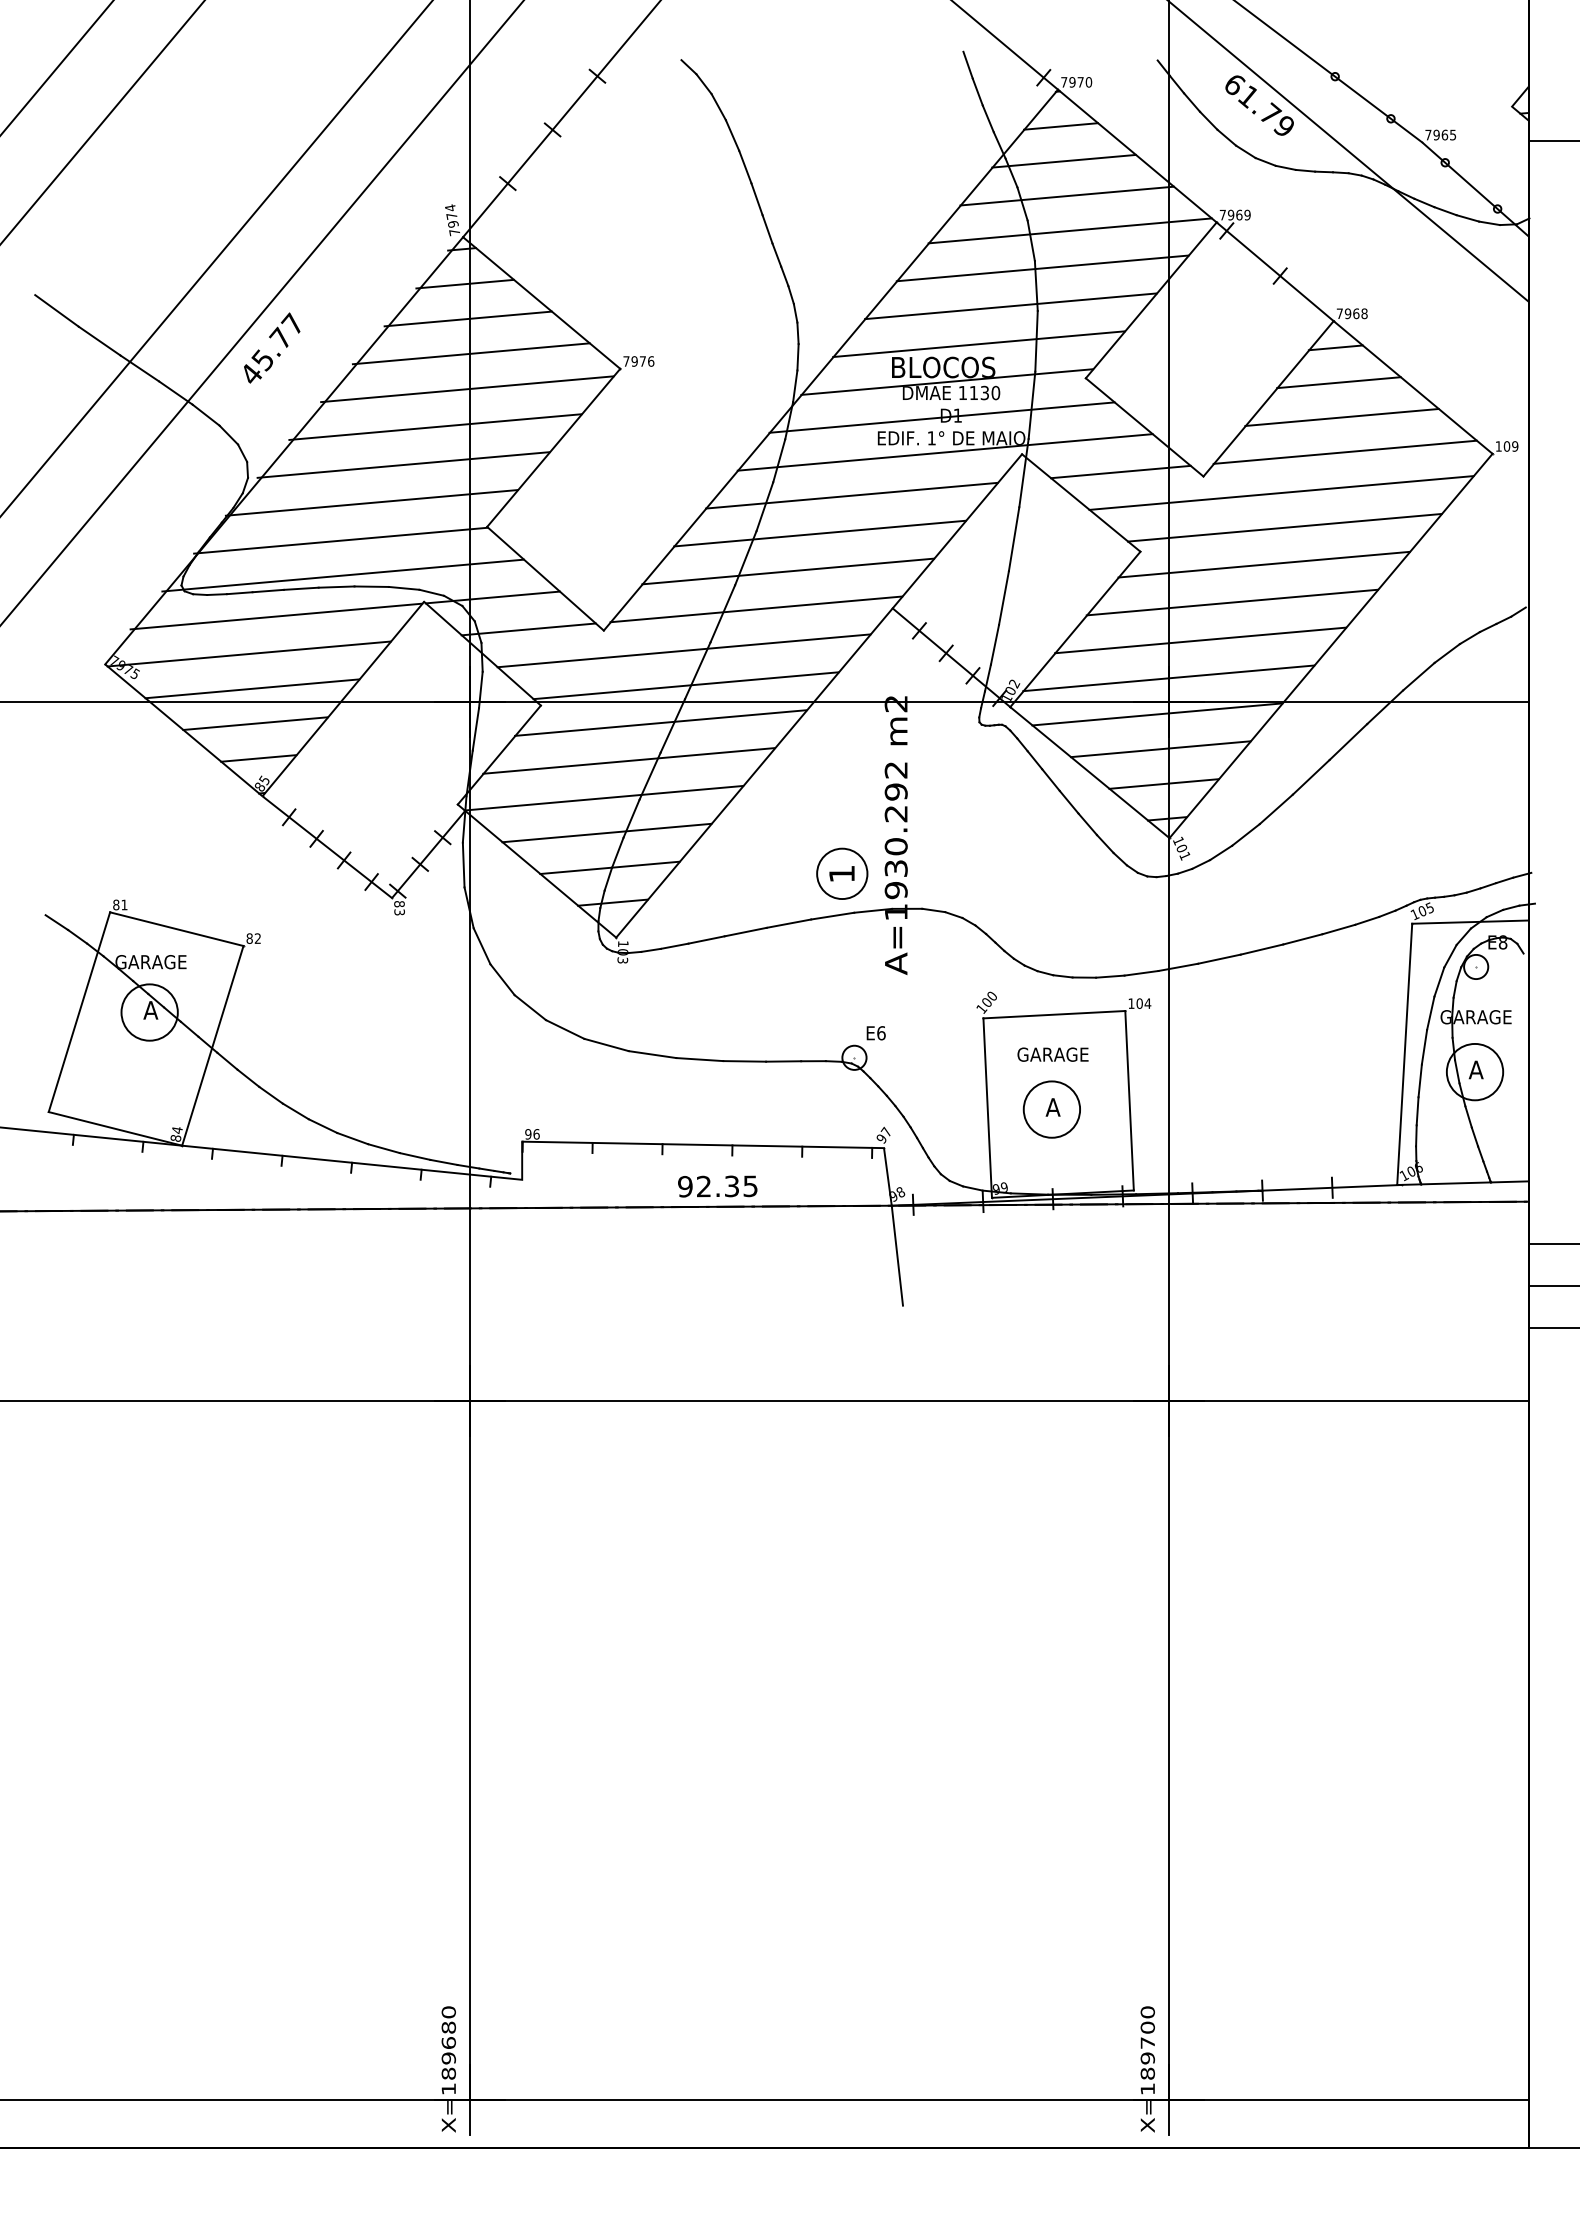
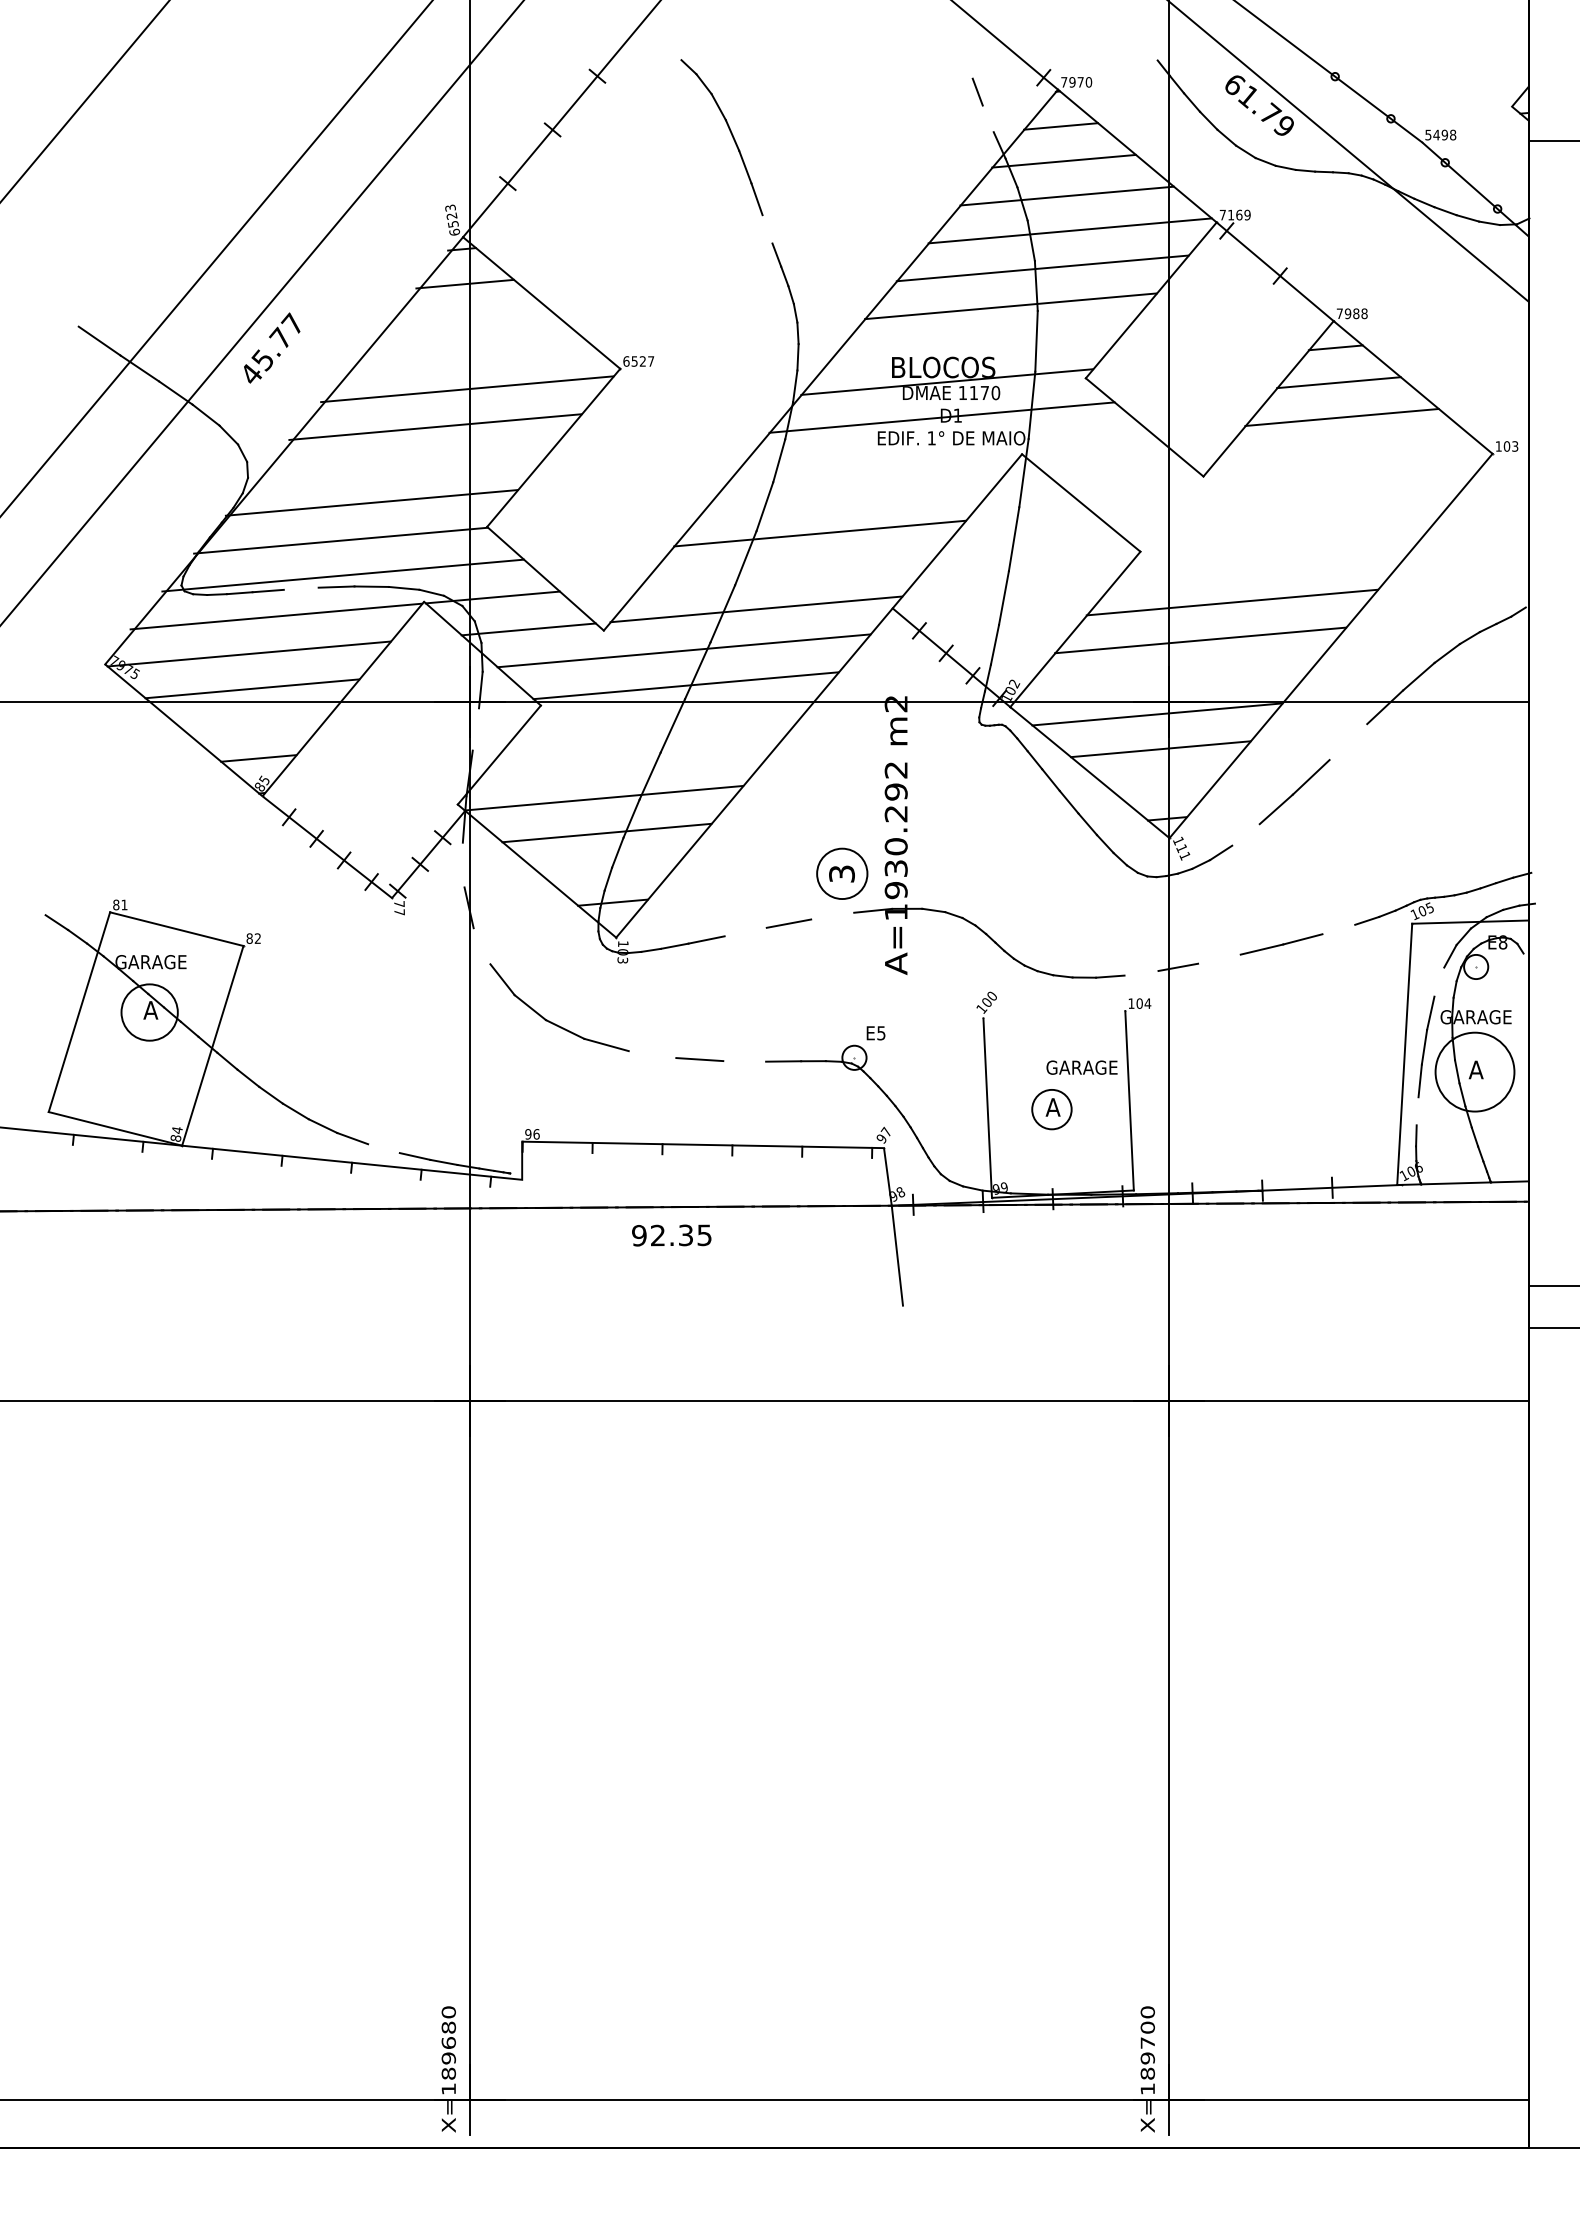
line at (967, 64): present -> none
line at (56, 67): present -> none
line at (987, 118): present -> none
line at (102, 122) position: (102, 122) -> (84, 101)
text at (1440, 134): 7965 -> 5498
text at (1230, 214): 7969 -> 7169
text at (452, 220): 7974 -> 6523
line at (767, 229): present -> none
line at (56, 310): present -> none
text at (1356, 313): 7968 -> 7988
line at (467, 318): present -> none
line at (978, 344): present -> none
line at (470, 353): present -> none
text at (638, 361): 7976 -> 6527
text at (984, 392): 1130 -> 1170
text at (1515, 446): 109 -> 103
line at (1344, 451): present -> none
line at (944, 452): present -> none
line at (403, 464): present -> none
line at (1120, 471): present -> none
line at (1281, 492): present -> none
line at (851, 495): present -> none
line at (1284, 527): present -> none
line at (1263, 564): present -> none
line at (788, 571): present -> none
line at (300, 588): present -> none
line at (1168, 678): present -> none
line at (660, 722): present -> none
line at (255, 723): present -> none
line at (475, 729): present -> none
line at (1348, 742): present -> none
line at (628, 760): present -> none
line at (1163, 783): present -> none
line at (1245, 834): present -> none
text at (1181, 848): 101 -> 111
line at (463, 864): present -> none
line at (609, 867): present -> none
text at (841, 873): 1 -> 3
text at (399, 908): 83 -> 77
line at (832, 915): present -> none
line at (1338, 929): present -> none
line at (745, 931): present -> none
line at (481, 946): present -> none
line at (1219, 958): present -> none
line at (1141, 972): present -> none
line at (1439, 981): present -> none
line at (1054, 1014): present -> none
text at (881, 1033): E6 -> E5
line at (652, 1054): present -> none
text at (1052, 1054) position: (1052, 1054) -> (1081, 1067)
line at (744, 1061): present -> none
circle at (1474, 1071) diameter: 56 px -> 79 px
circle at (1051, 1109) diameter: 56 px -> 39 px
line at (1417, 1111): present -> none
line at (383, 1148): present -> none
text at (717, 1186) position: (717, 1186) -> (671, 1235)
line at (1552, 1244): present -> none
